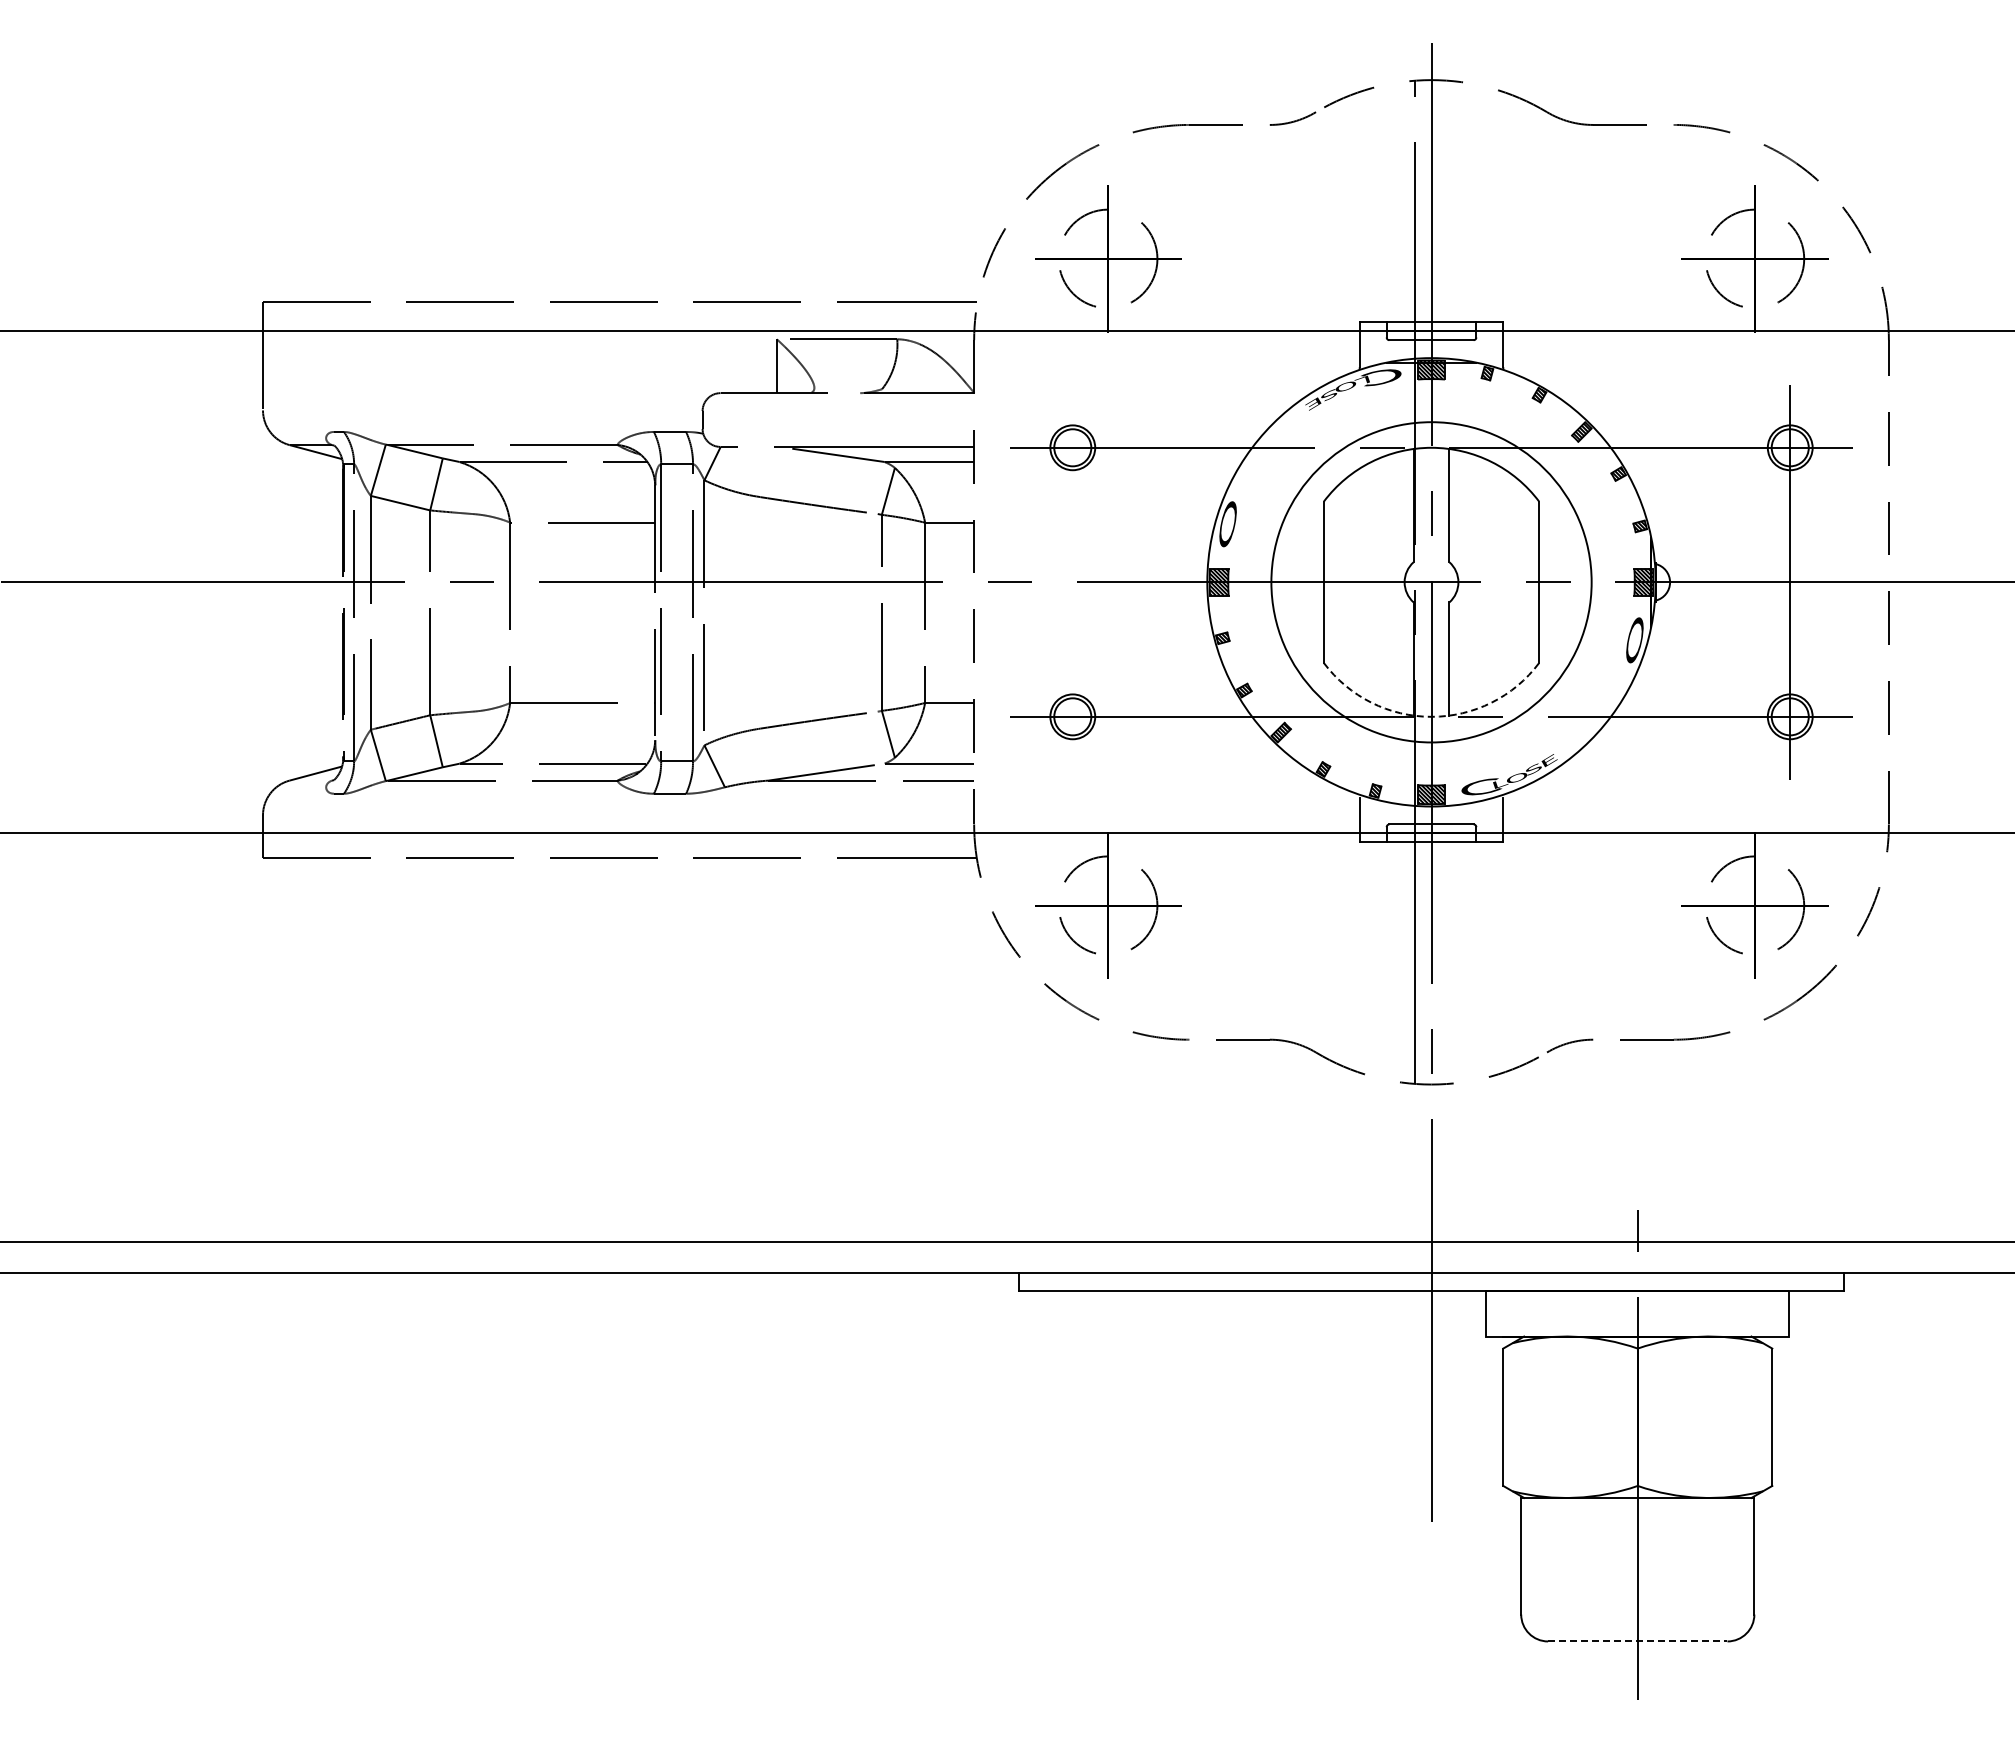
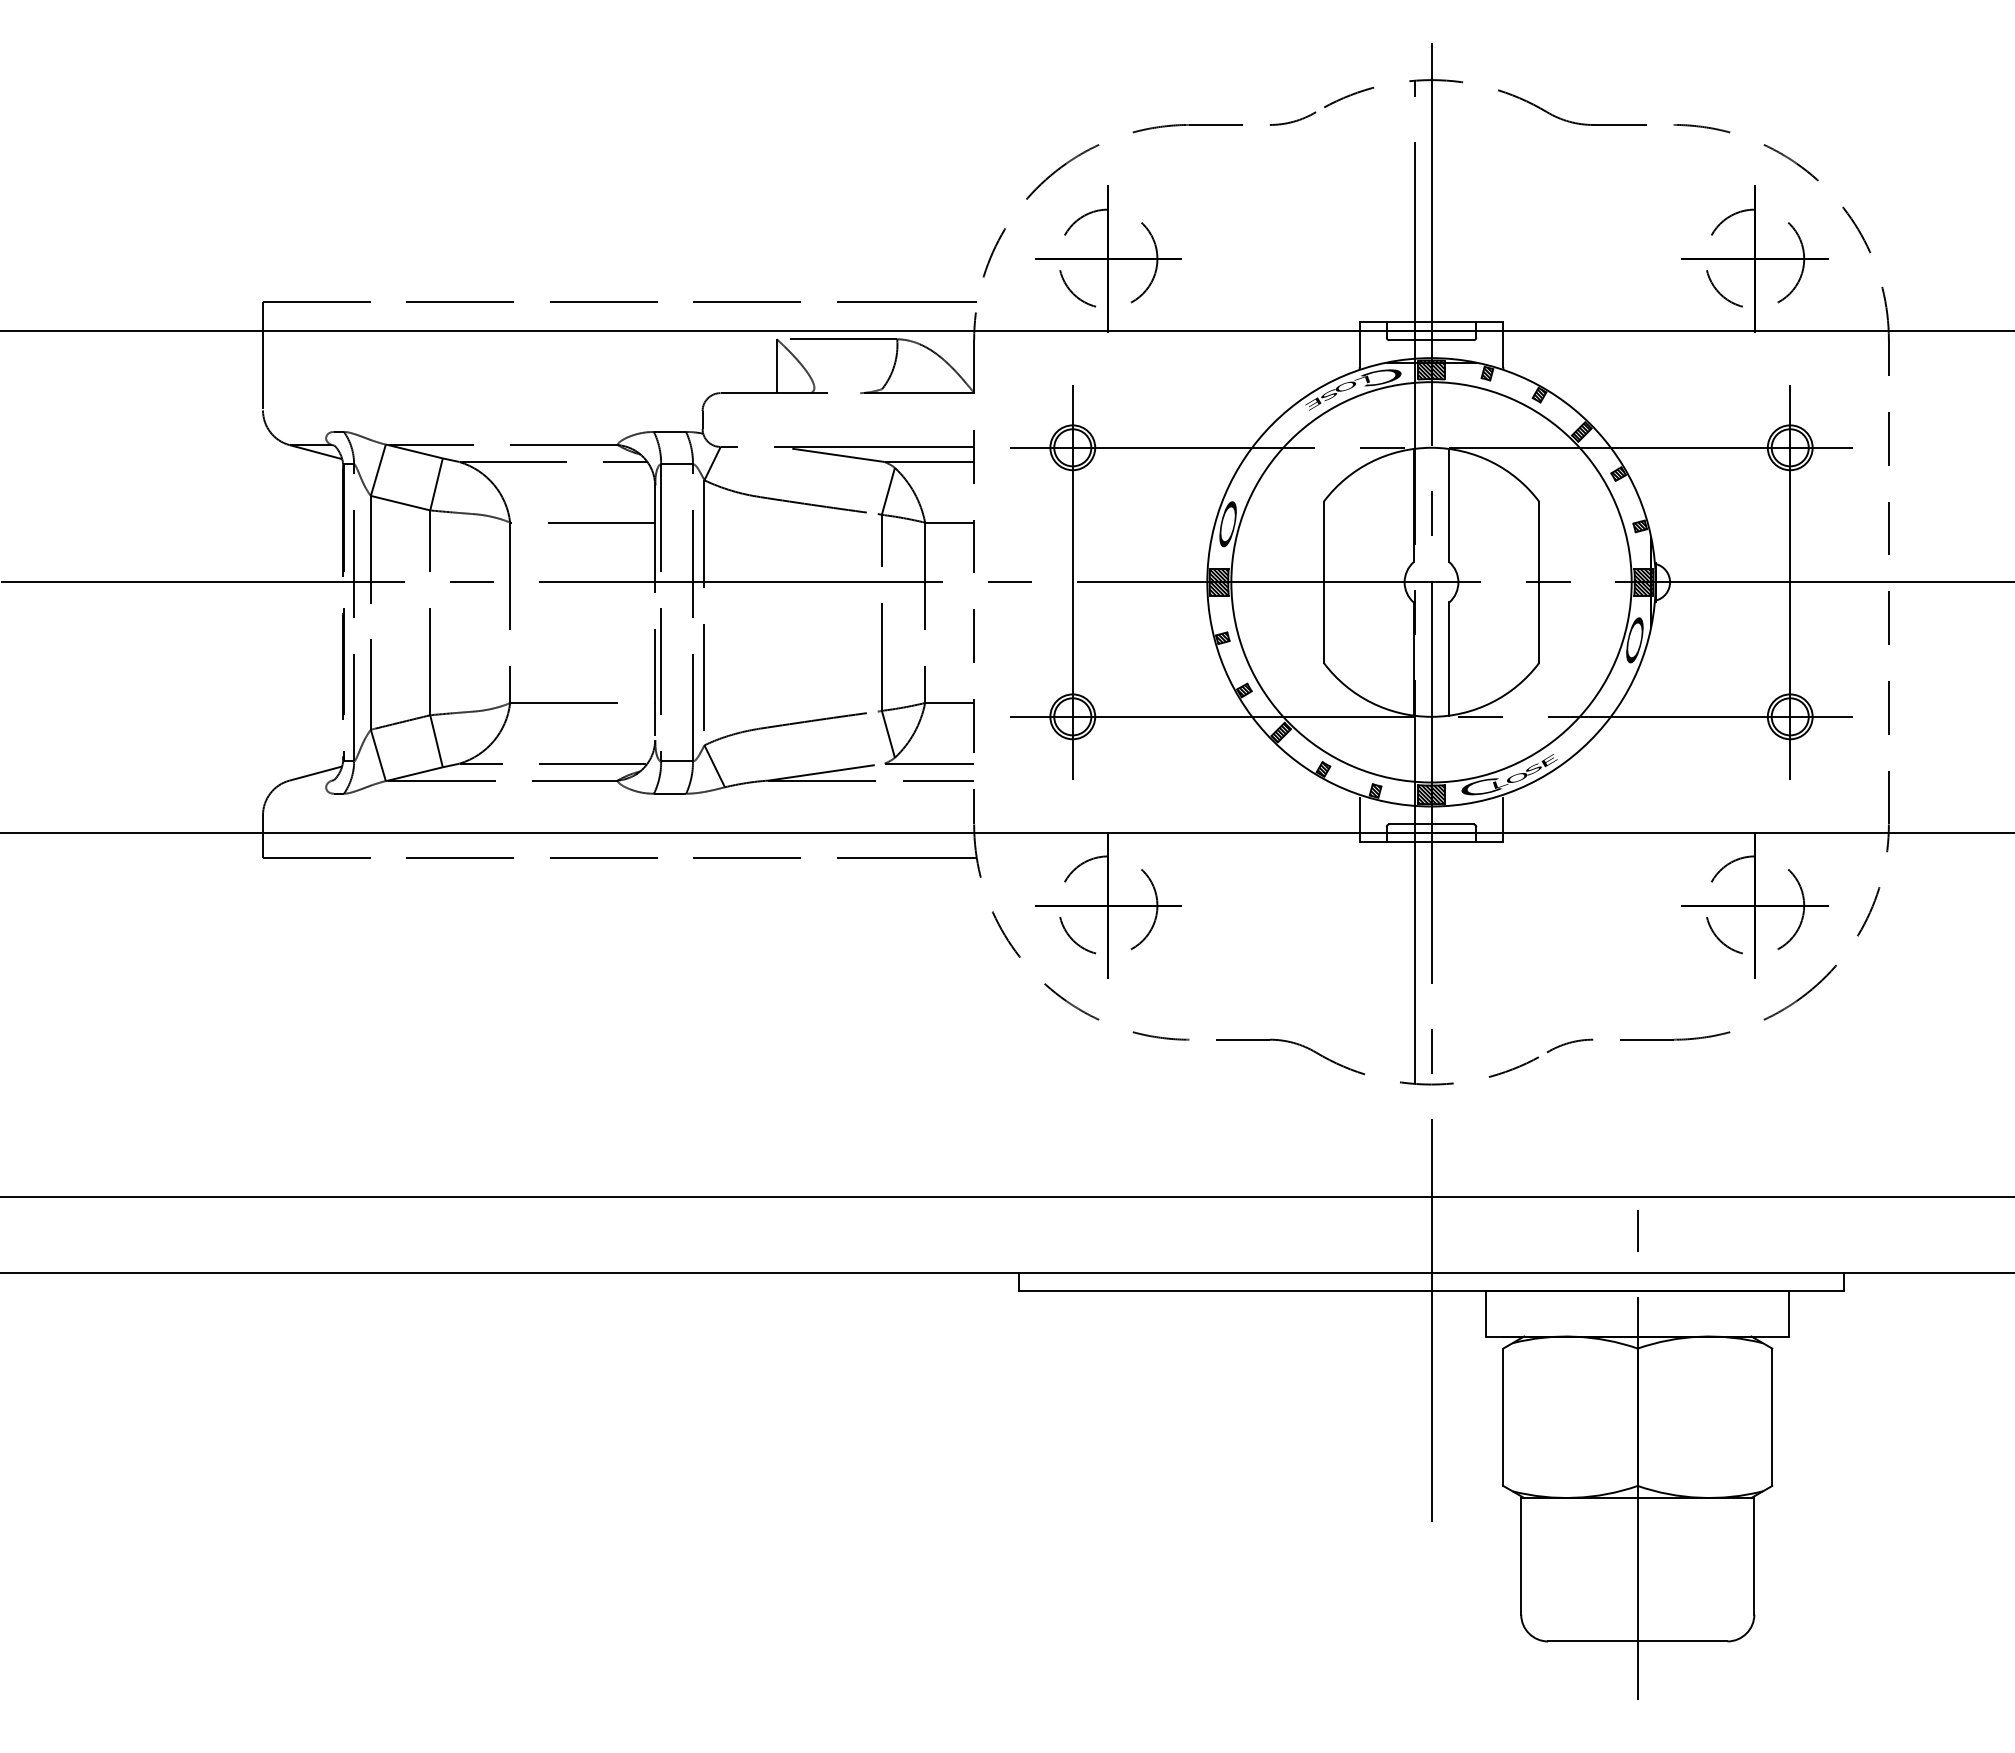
line at (1072, 582): none -> present
circle at (1431, 582) diameter: 320 px -> 400 px
arc at (1431, 716): dashed -> solid
line at (1006, 1241) position: (1006, 1241) -> (1006, 1196)
line at (1637, 1641): dashed -> solid
